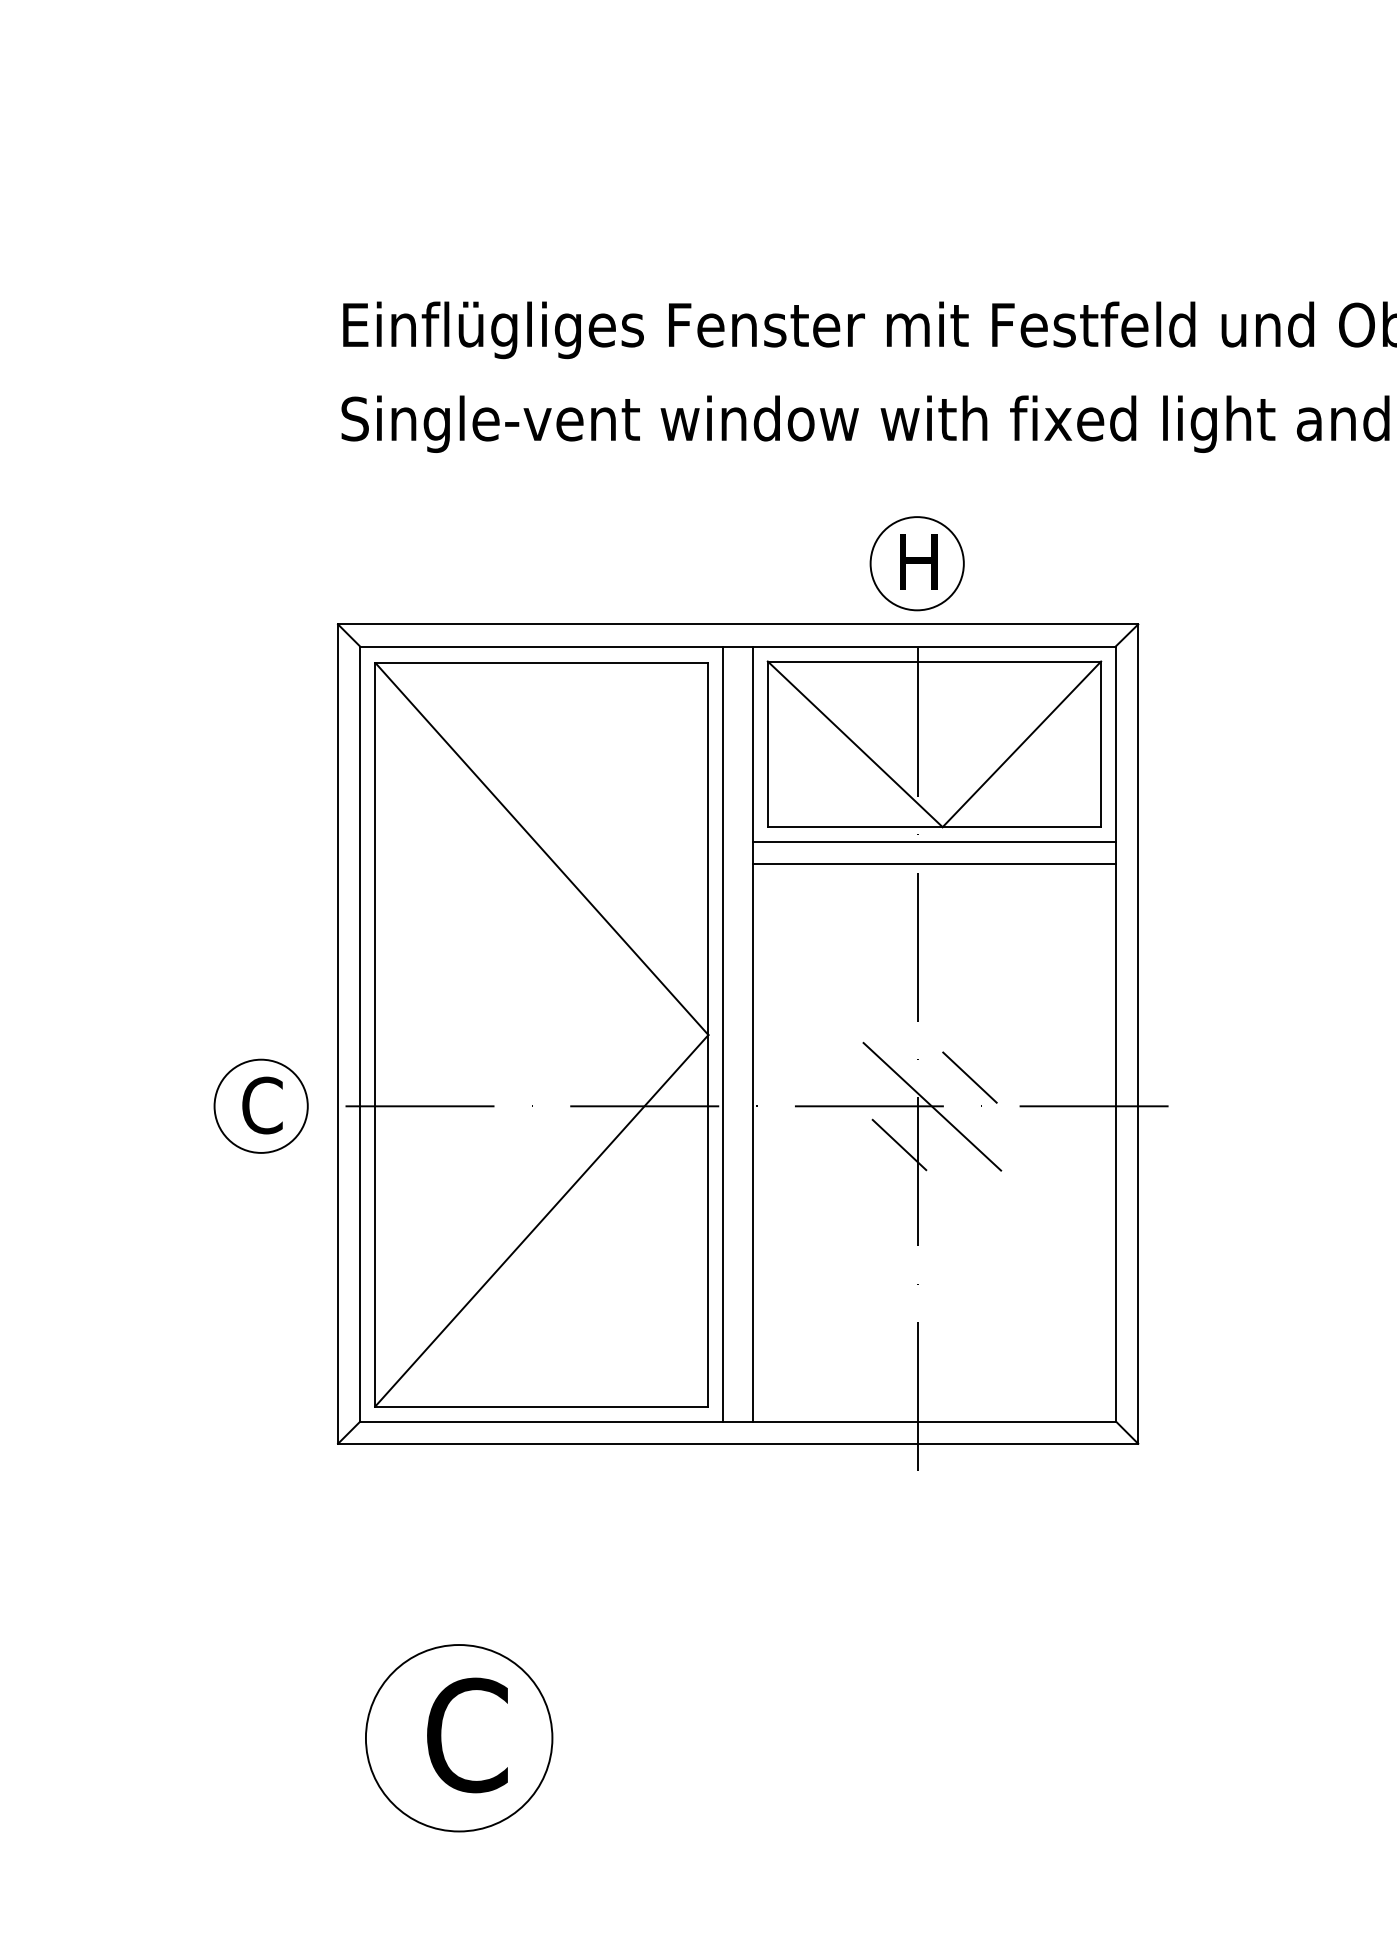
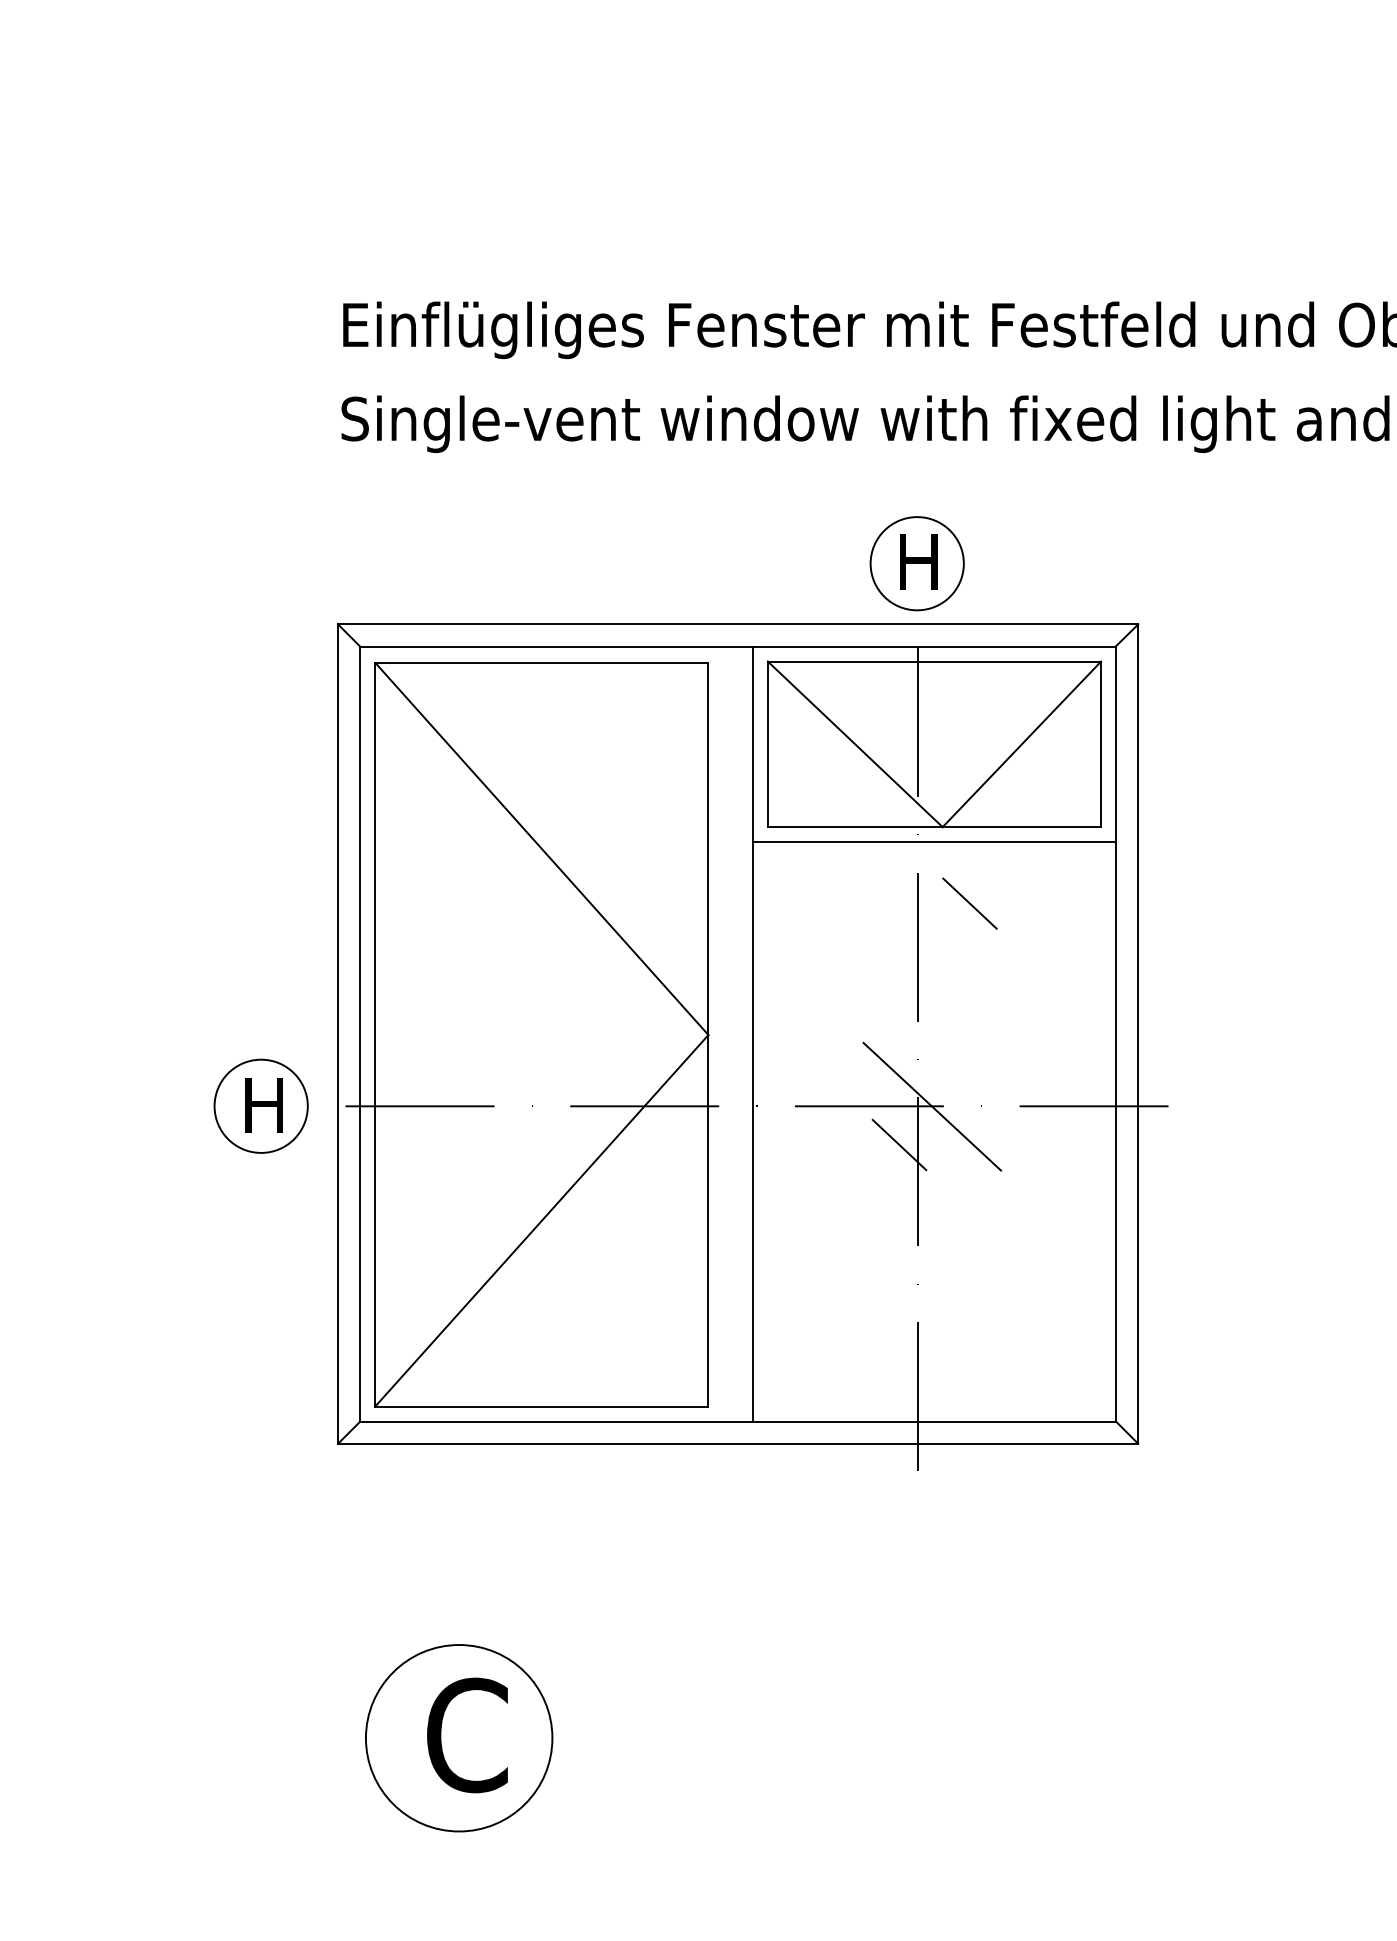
line at (934, 864): present -> none
line at (723, 1033): present -> none
line at (969, 1077) position: (969, 1077) -> (969, 903)
text at (262, 1105): C -> H
